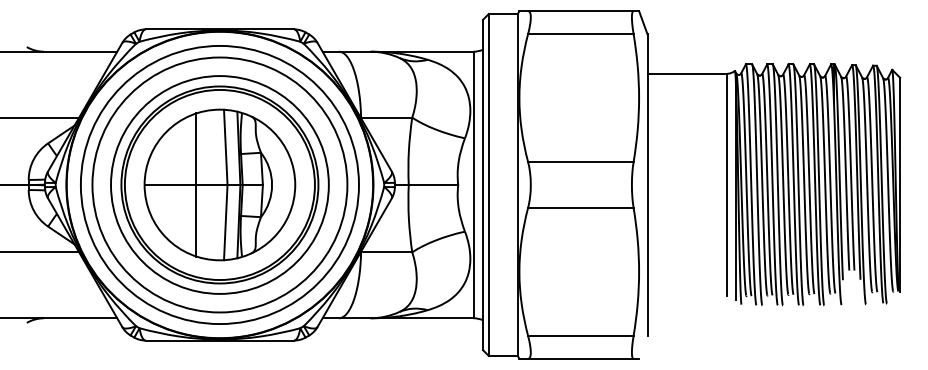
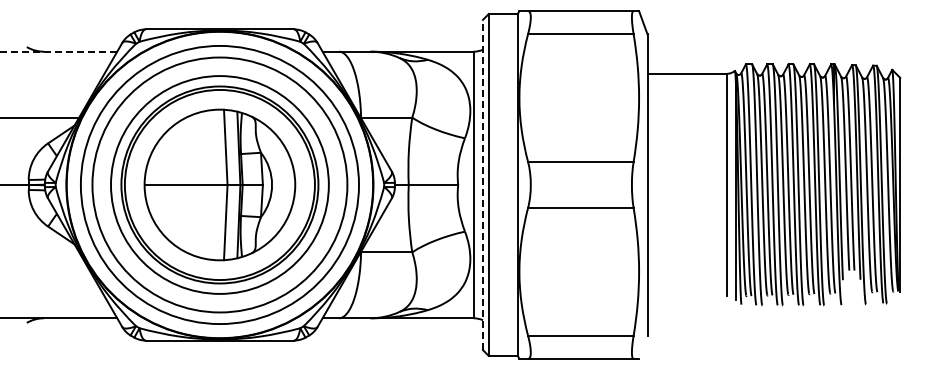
line at (58, 51): solid -> dashed
line at (196, 184): present -> none
line at (482, 184): solid -> dashed
line at (40, 252): present -> none
